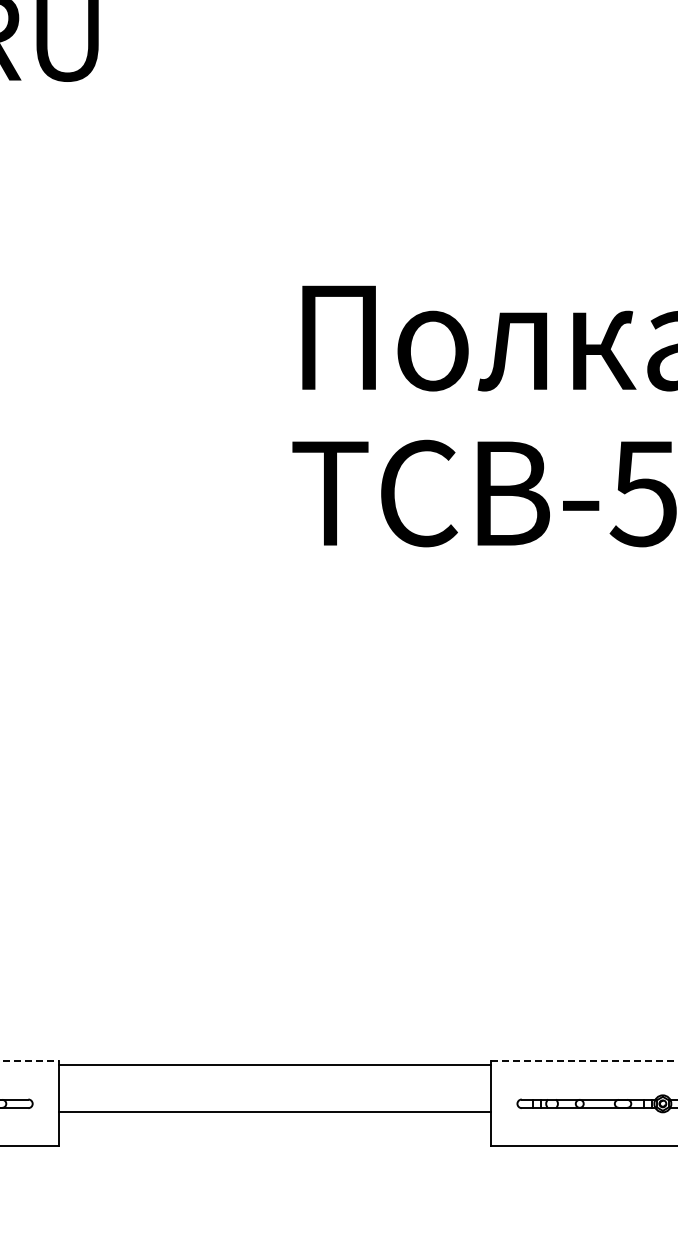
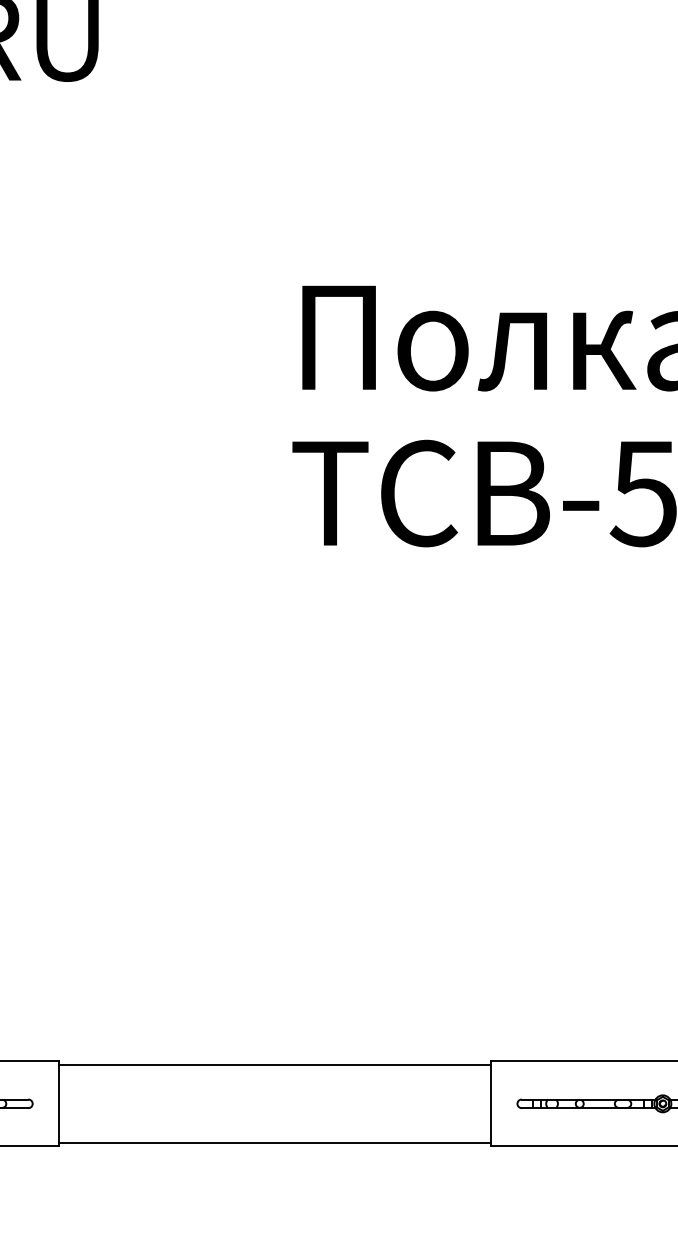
line at (29, 1061): dashed -> solid
line at (584, 1061): dashed -> solid
line at (274, 1111) position: (274, 1111) -> (274, 1142)
